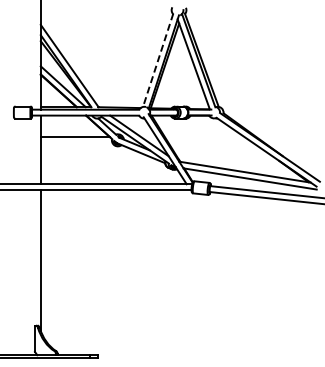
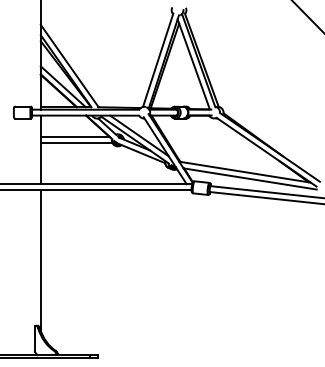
line at (307, 16): none -> present
line at (158, 60): dashed -> solid
line at (76, 143): none -> present
